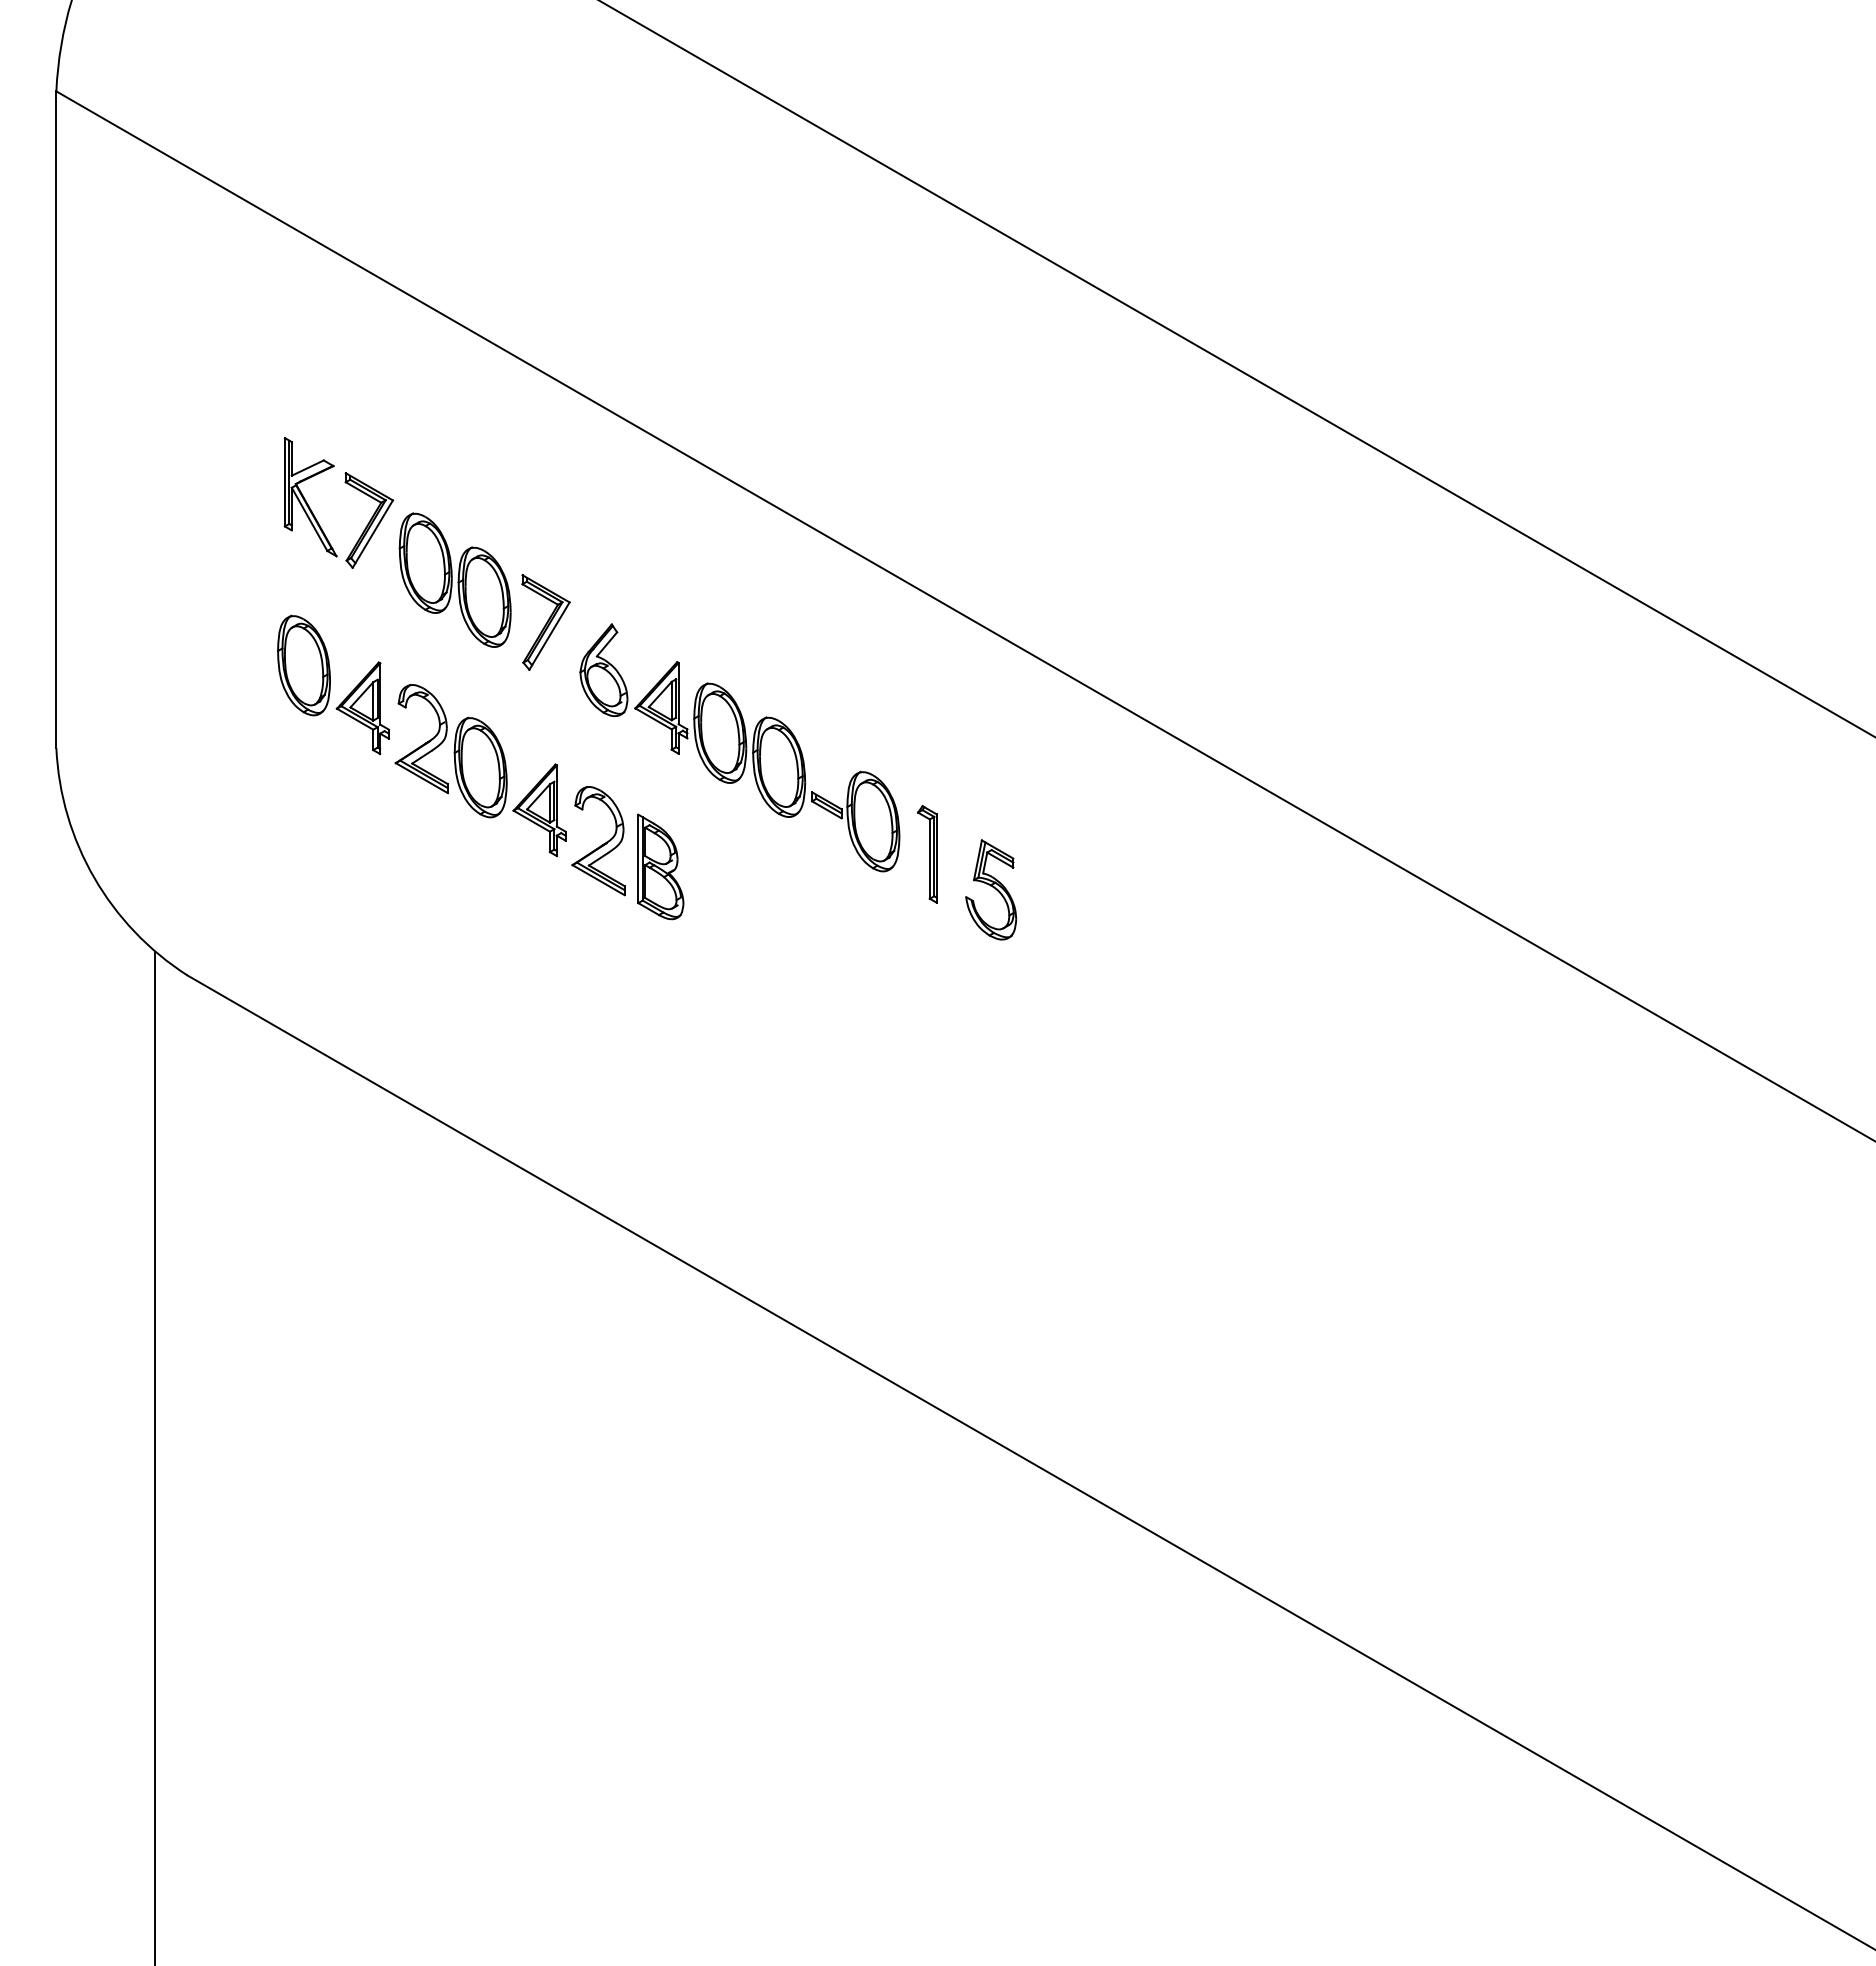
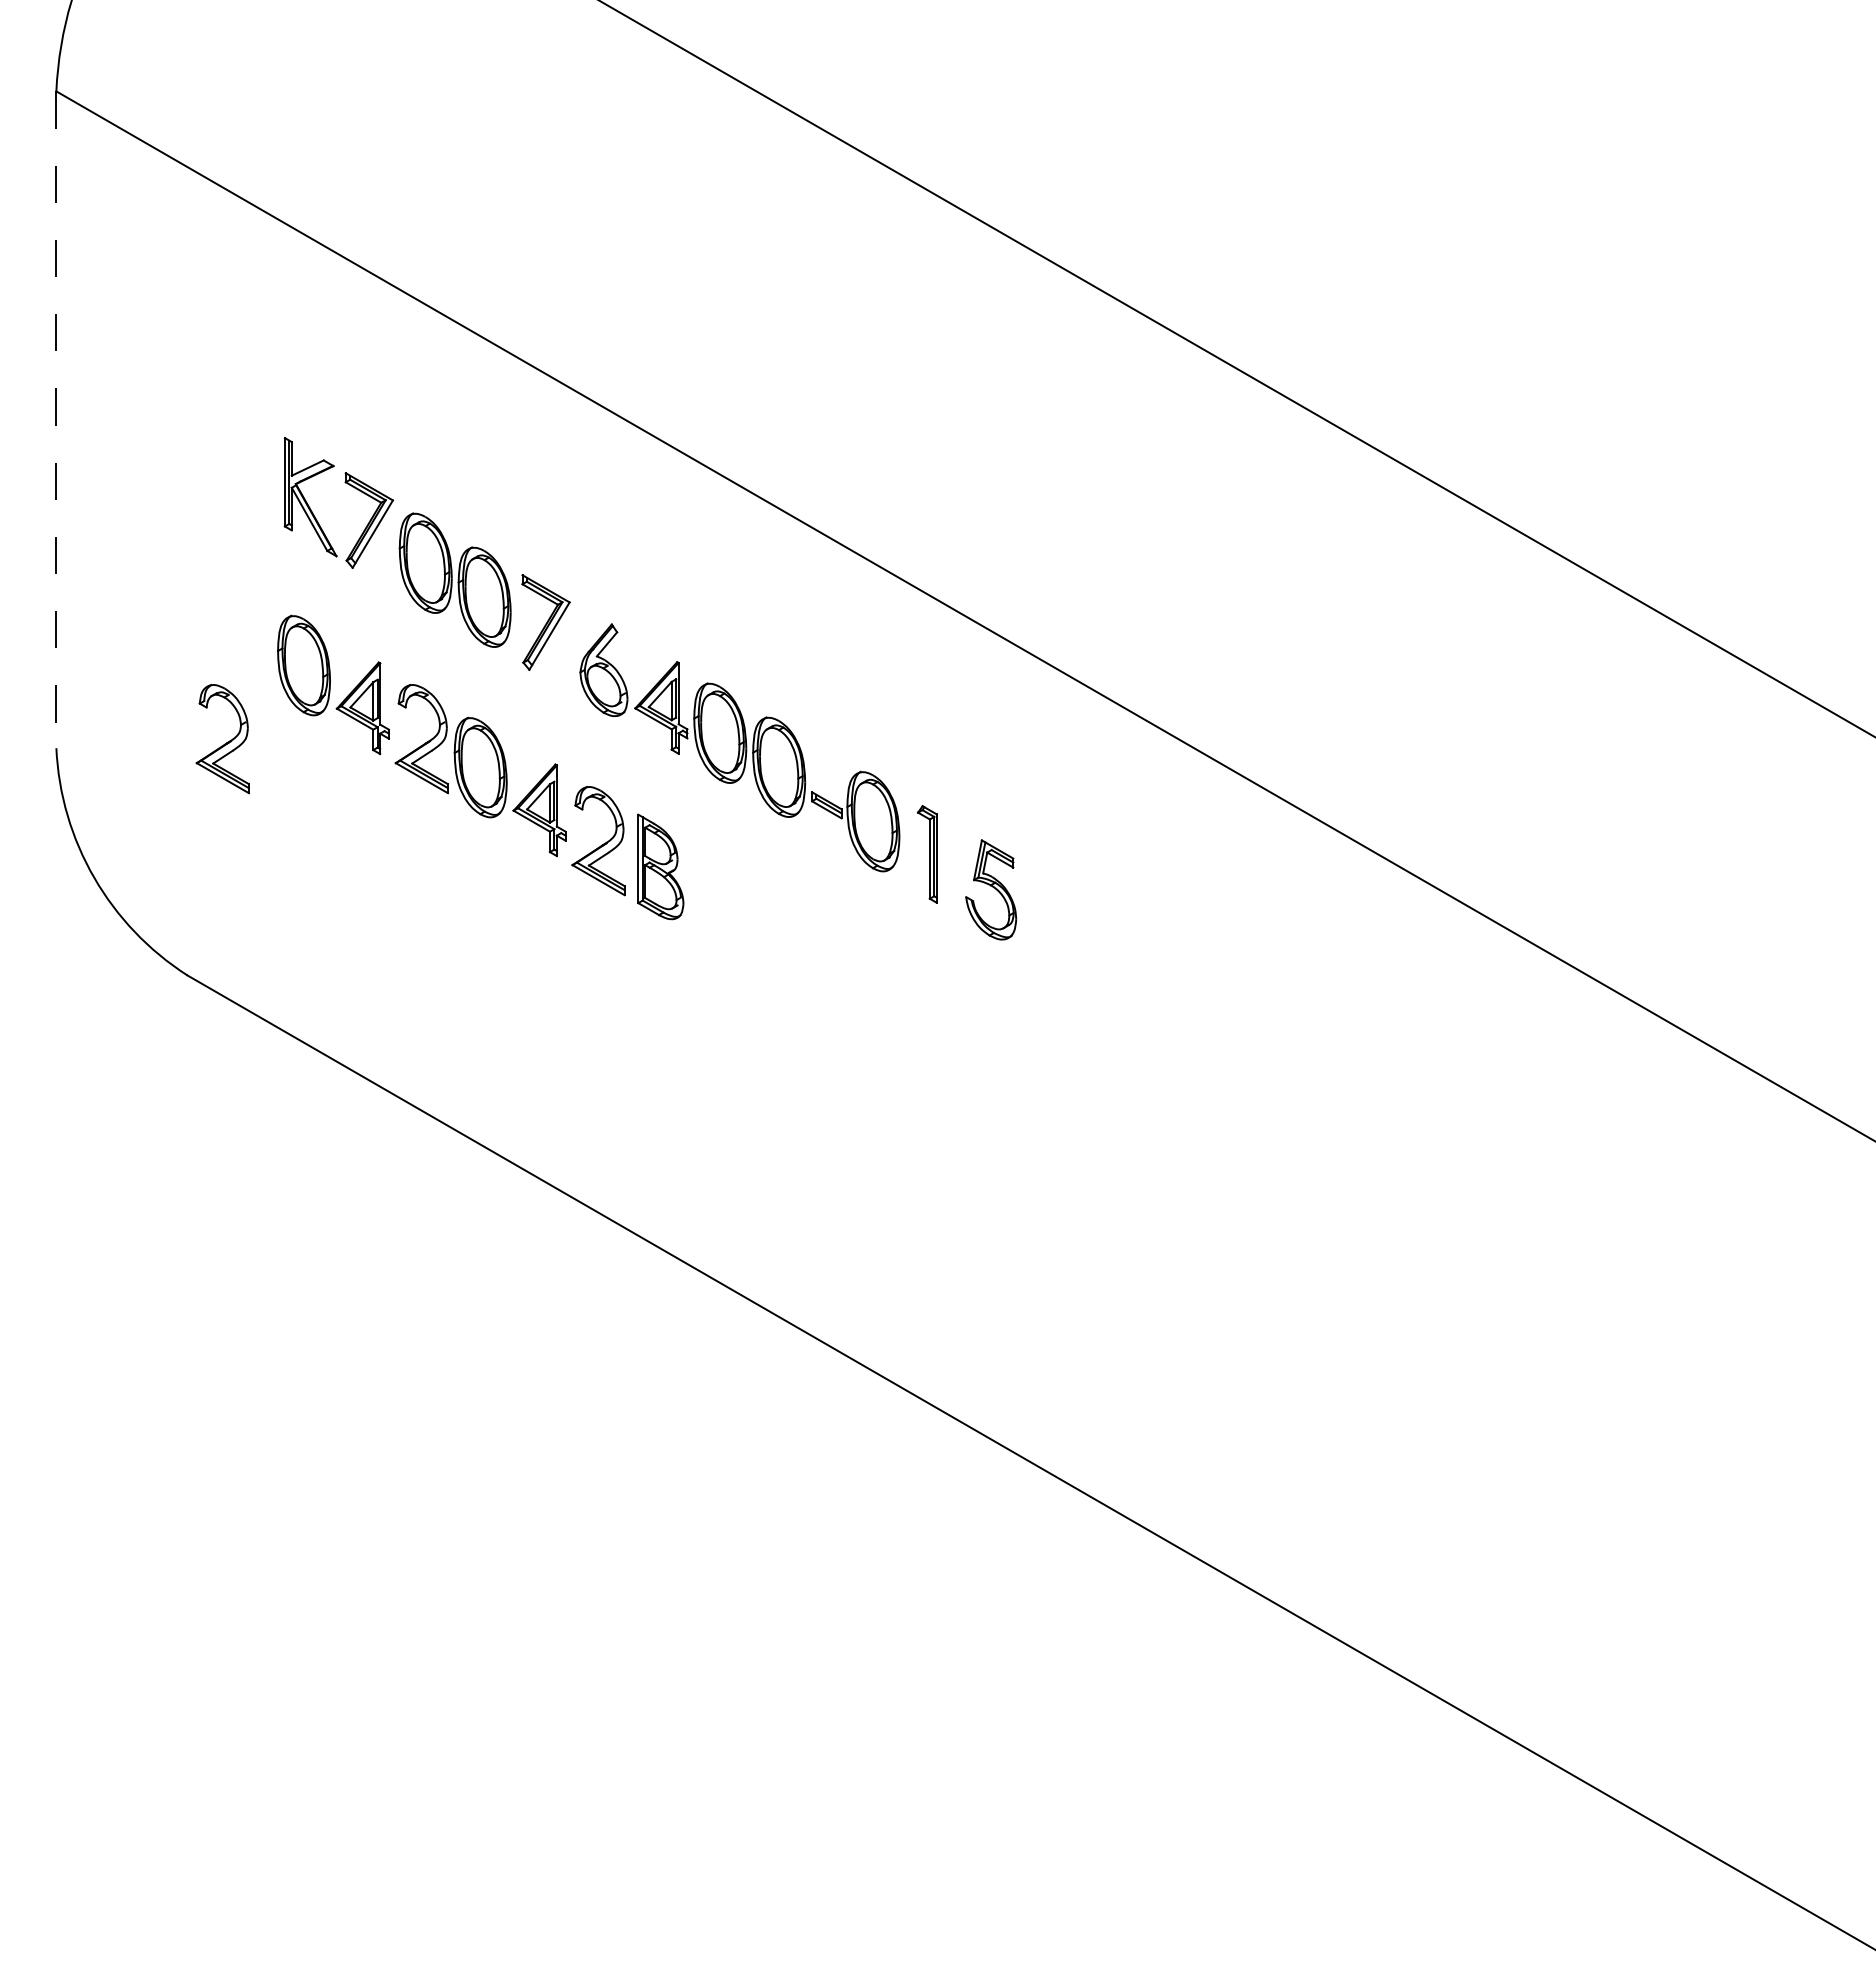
line at (56, 420): solid -> dashed
part at (222, 739): none -> present
line at (154, 1456): present -> none
